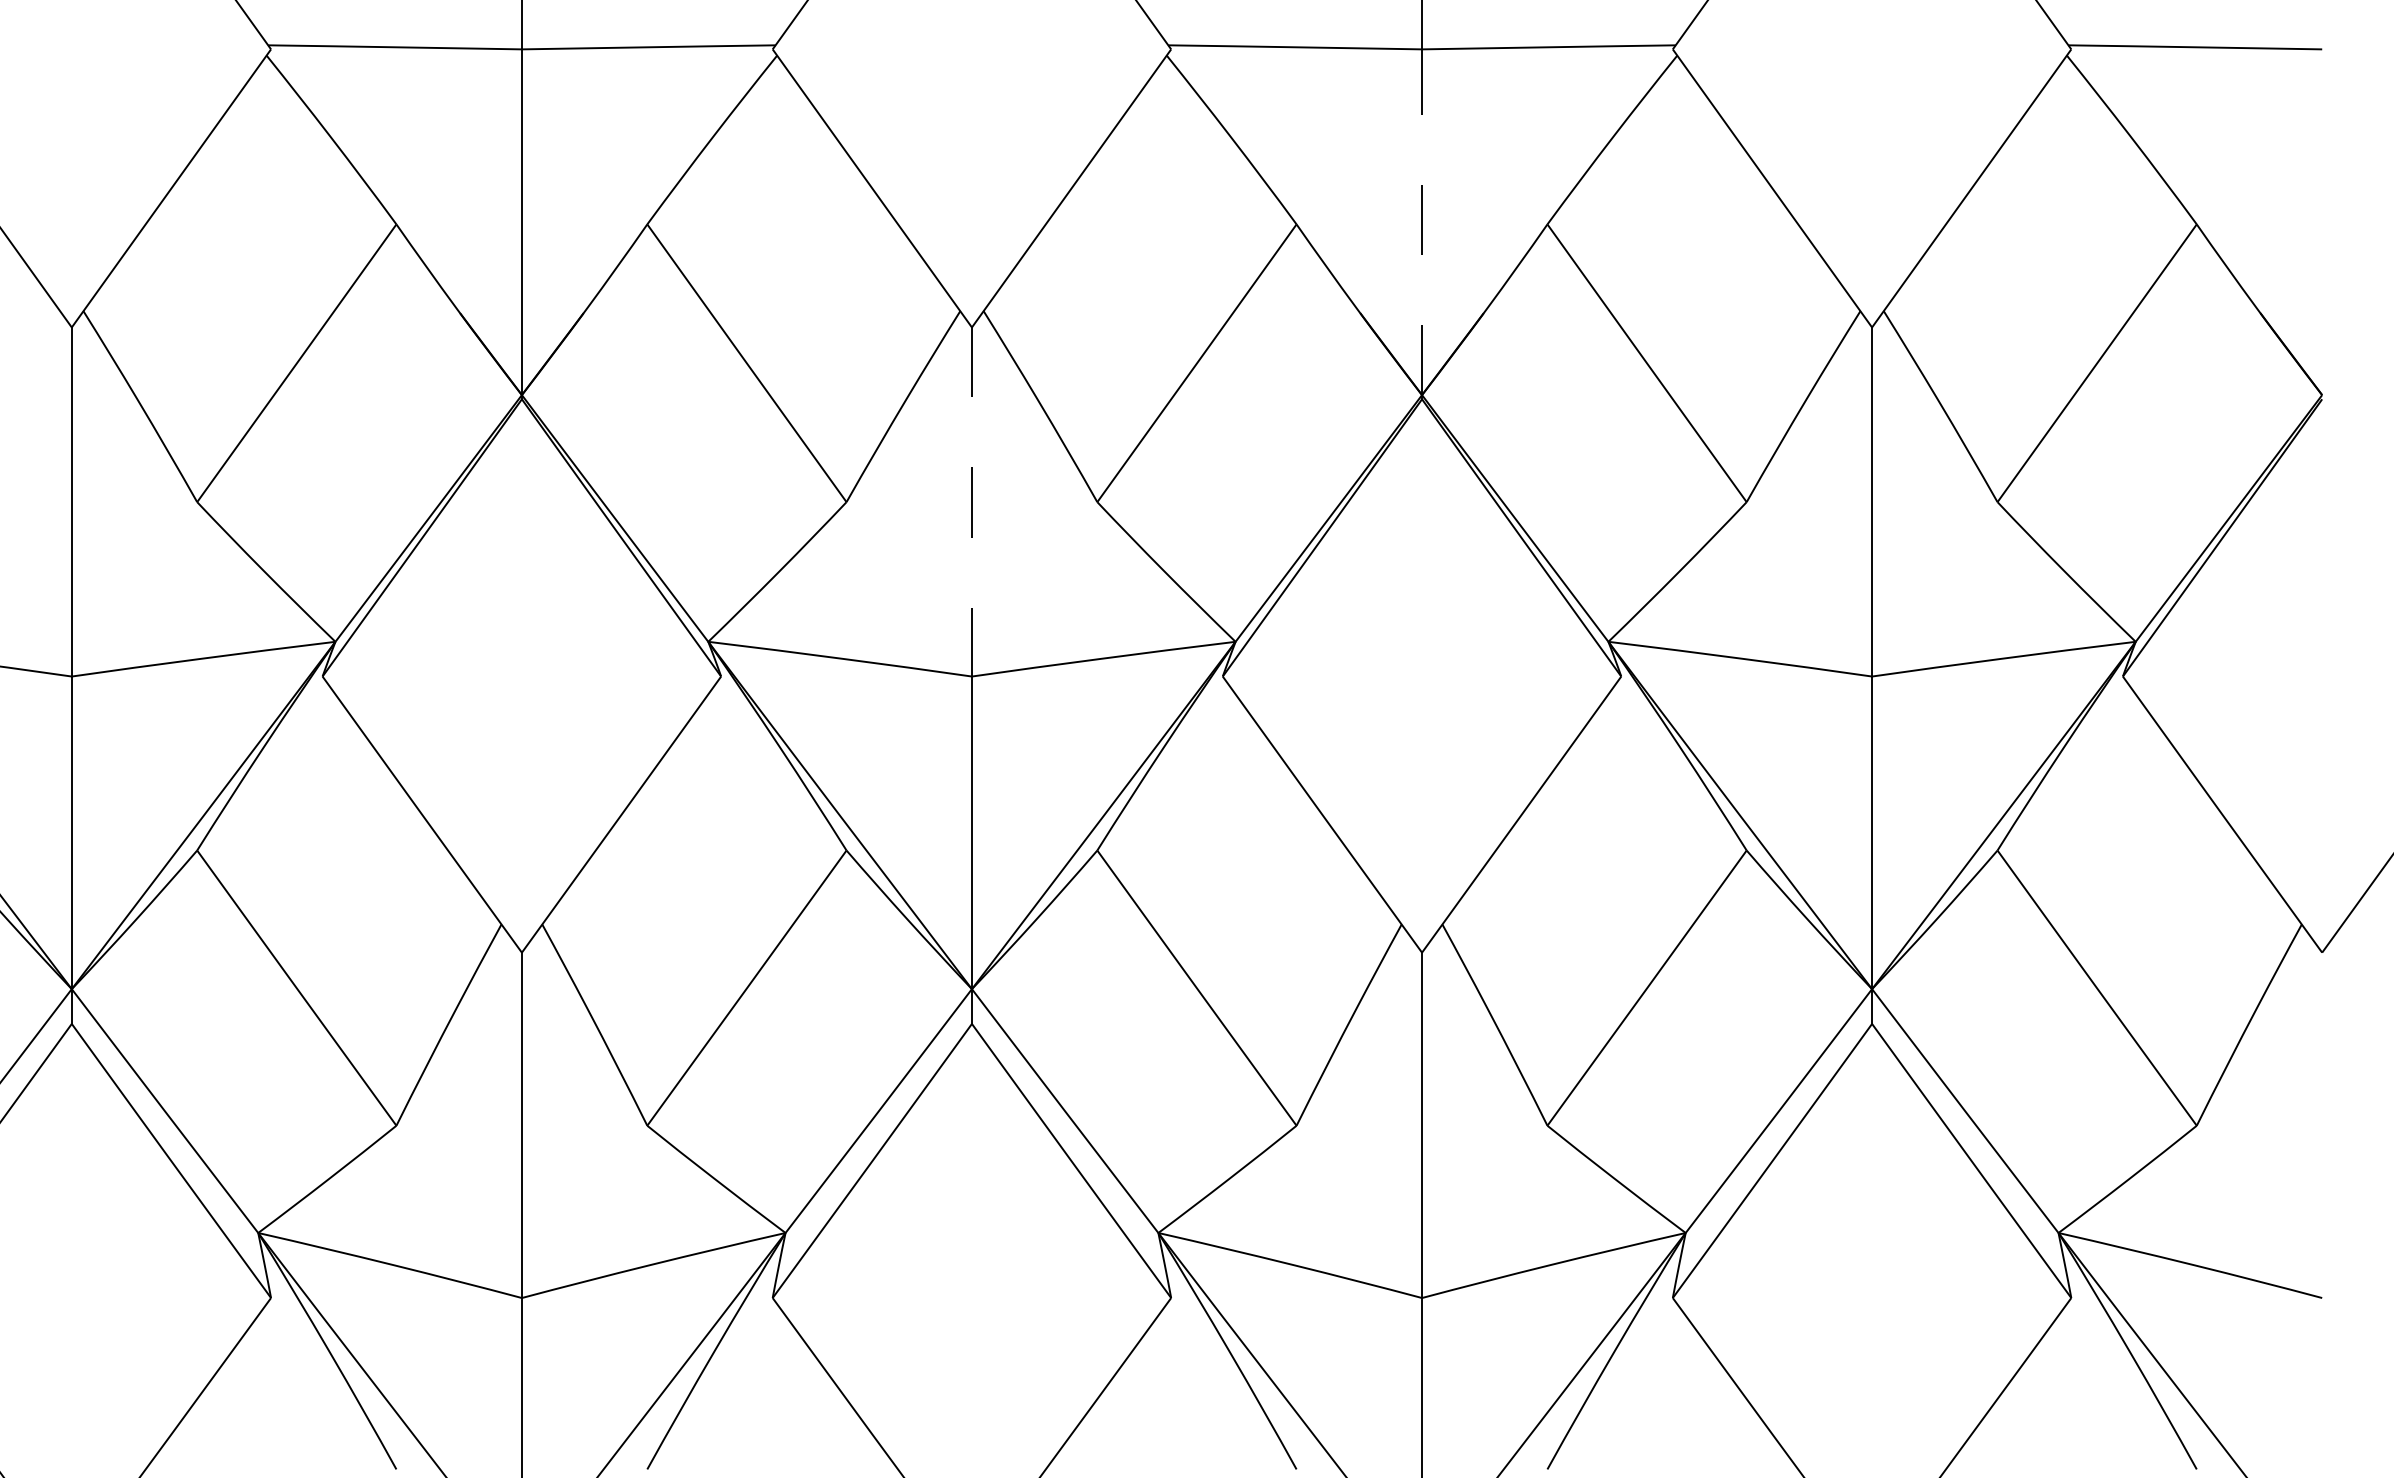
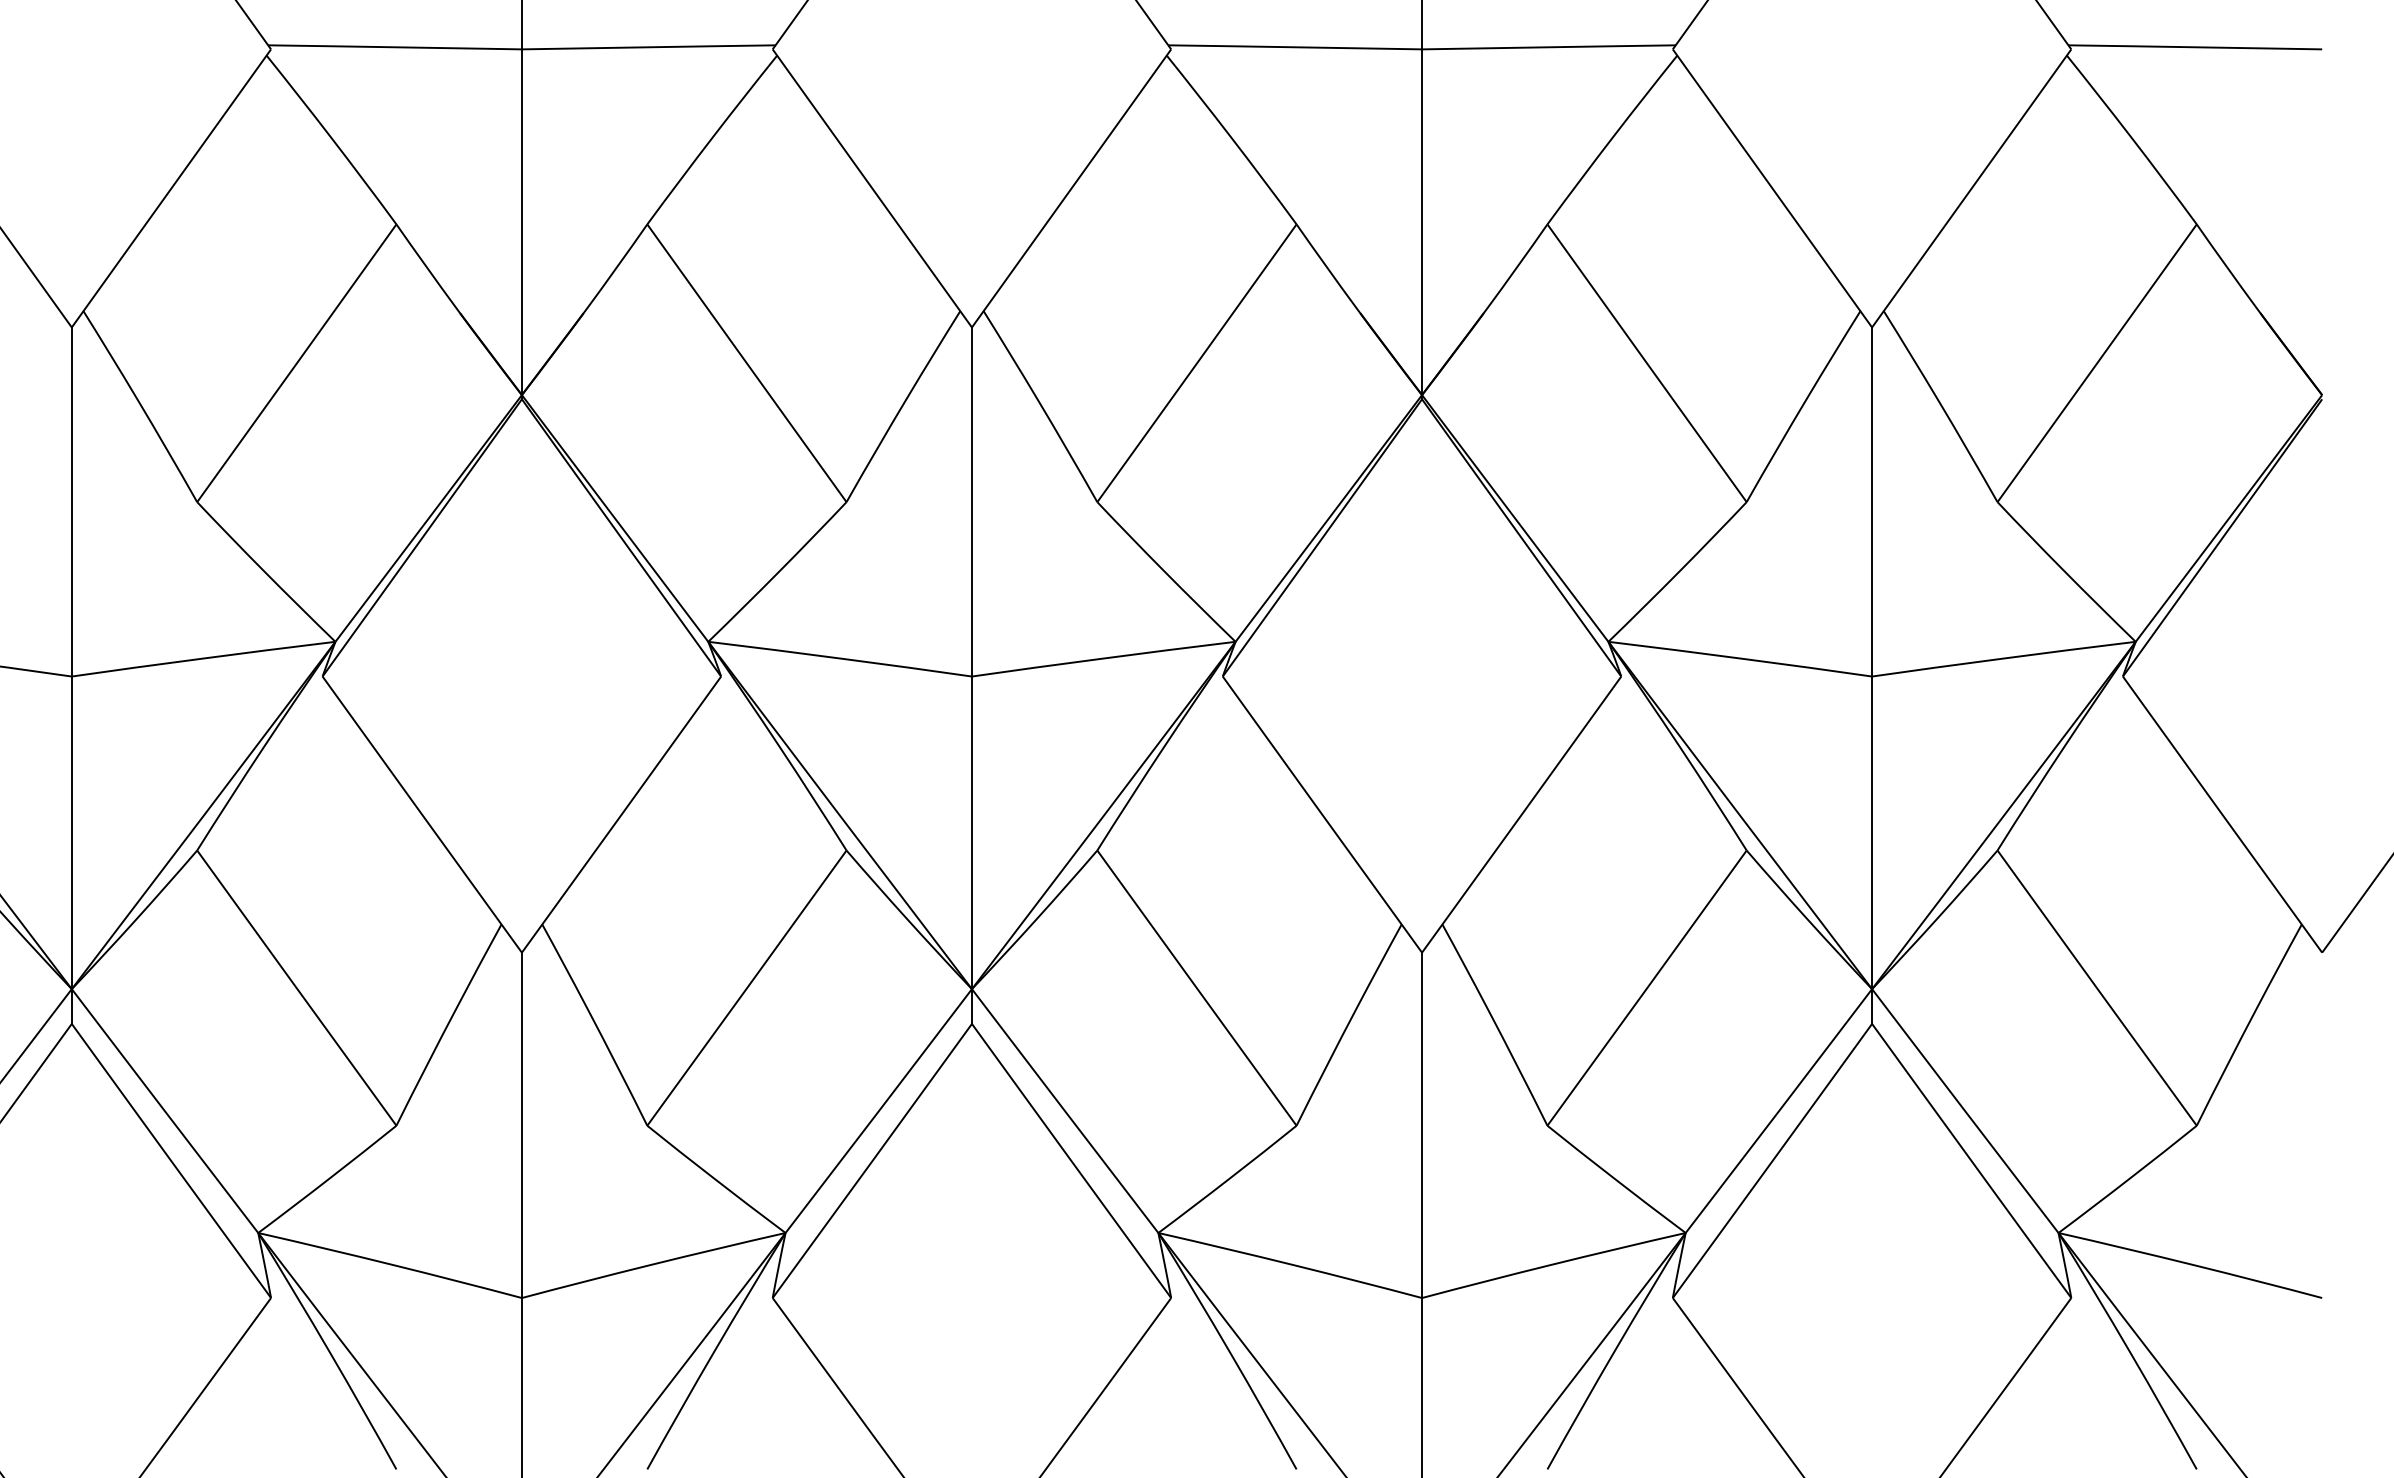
line at (1422, 222): dashed -> solid
line at (971, 502): dashed -> solid
